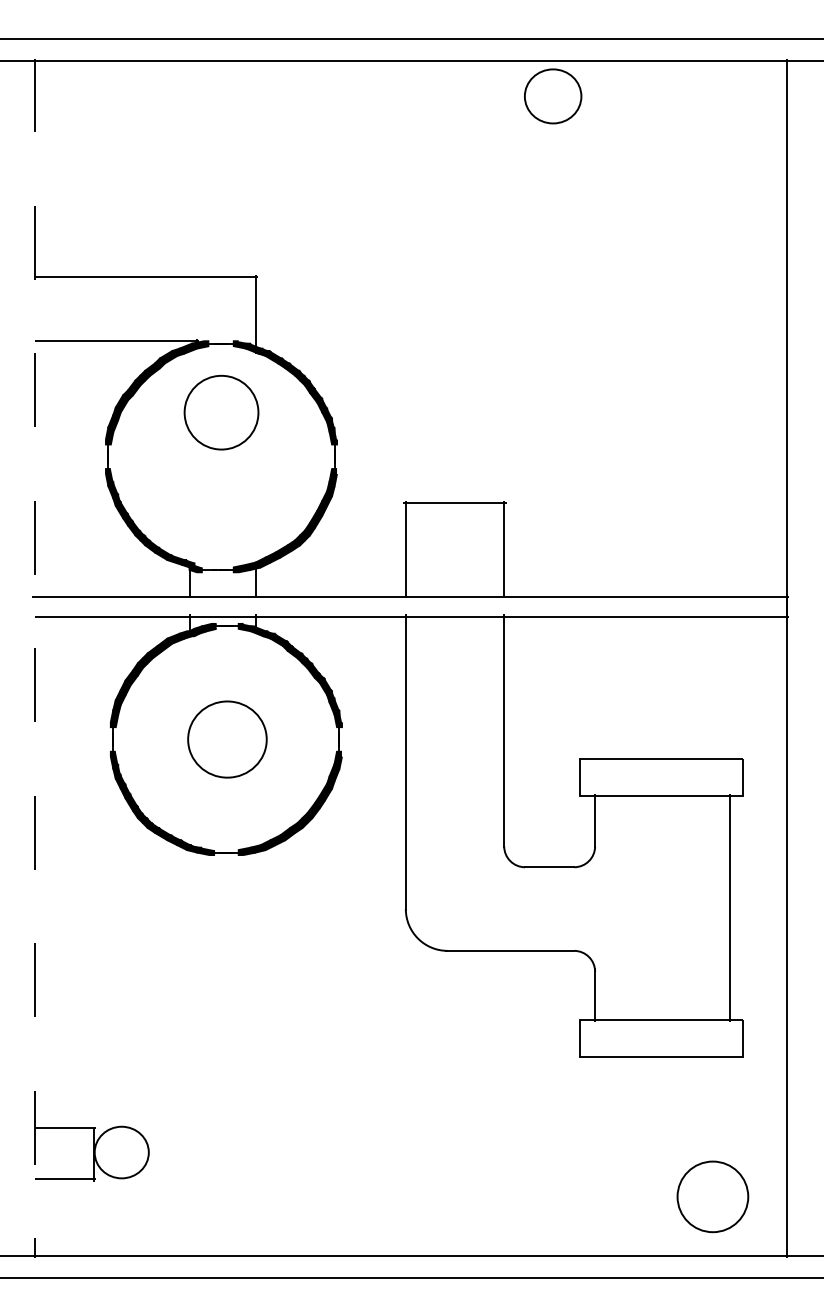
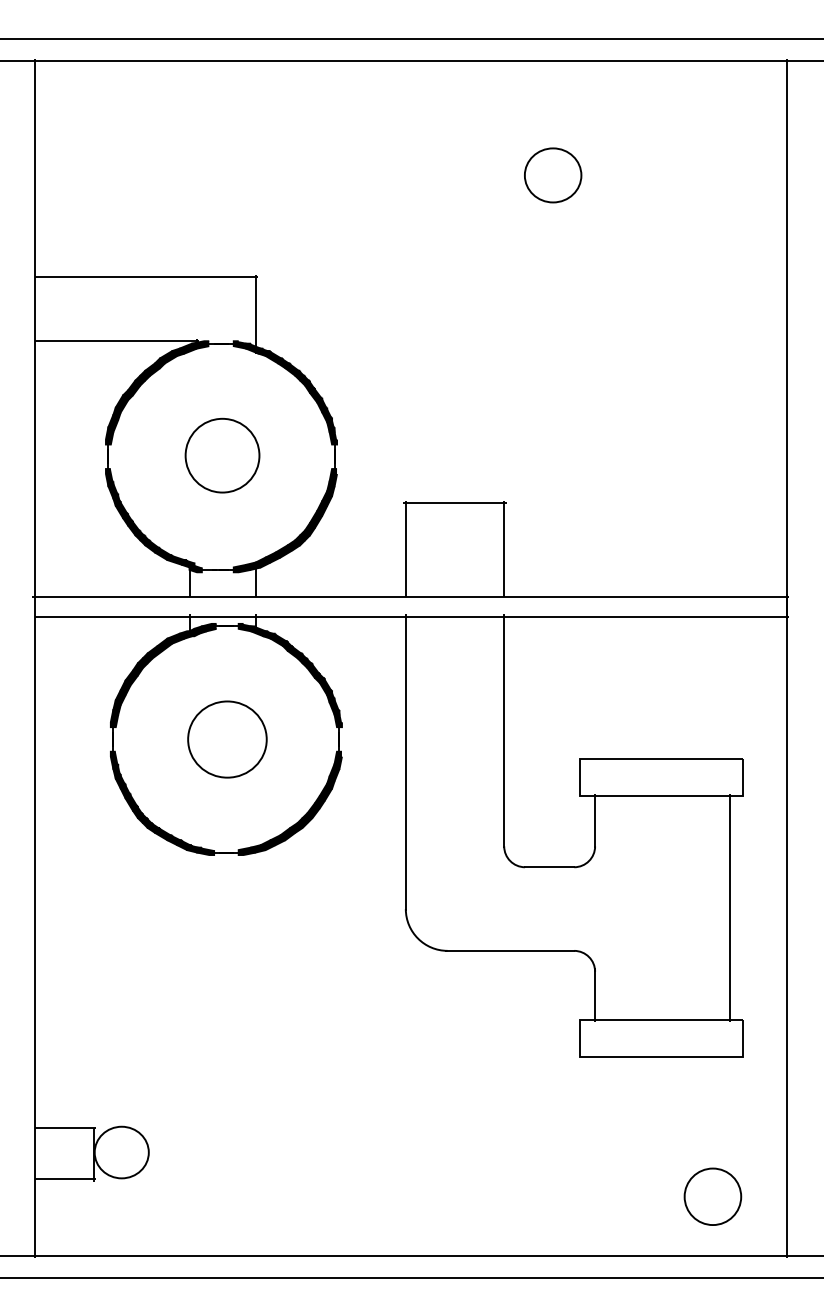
part at (553, 96) position: (553, 96) -> (553, 175)
part at (221, 412) position: (221, 412) -> (222, 455)
line at (34, 658): dashed -> solid
part at (712, 1196) size: 74x74 px -> 60x59 px
